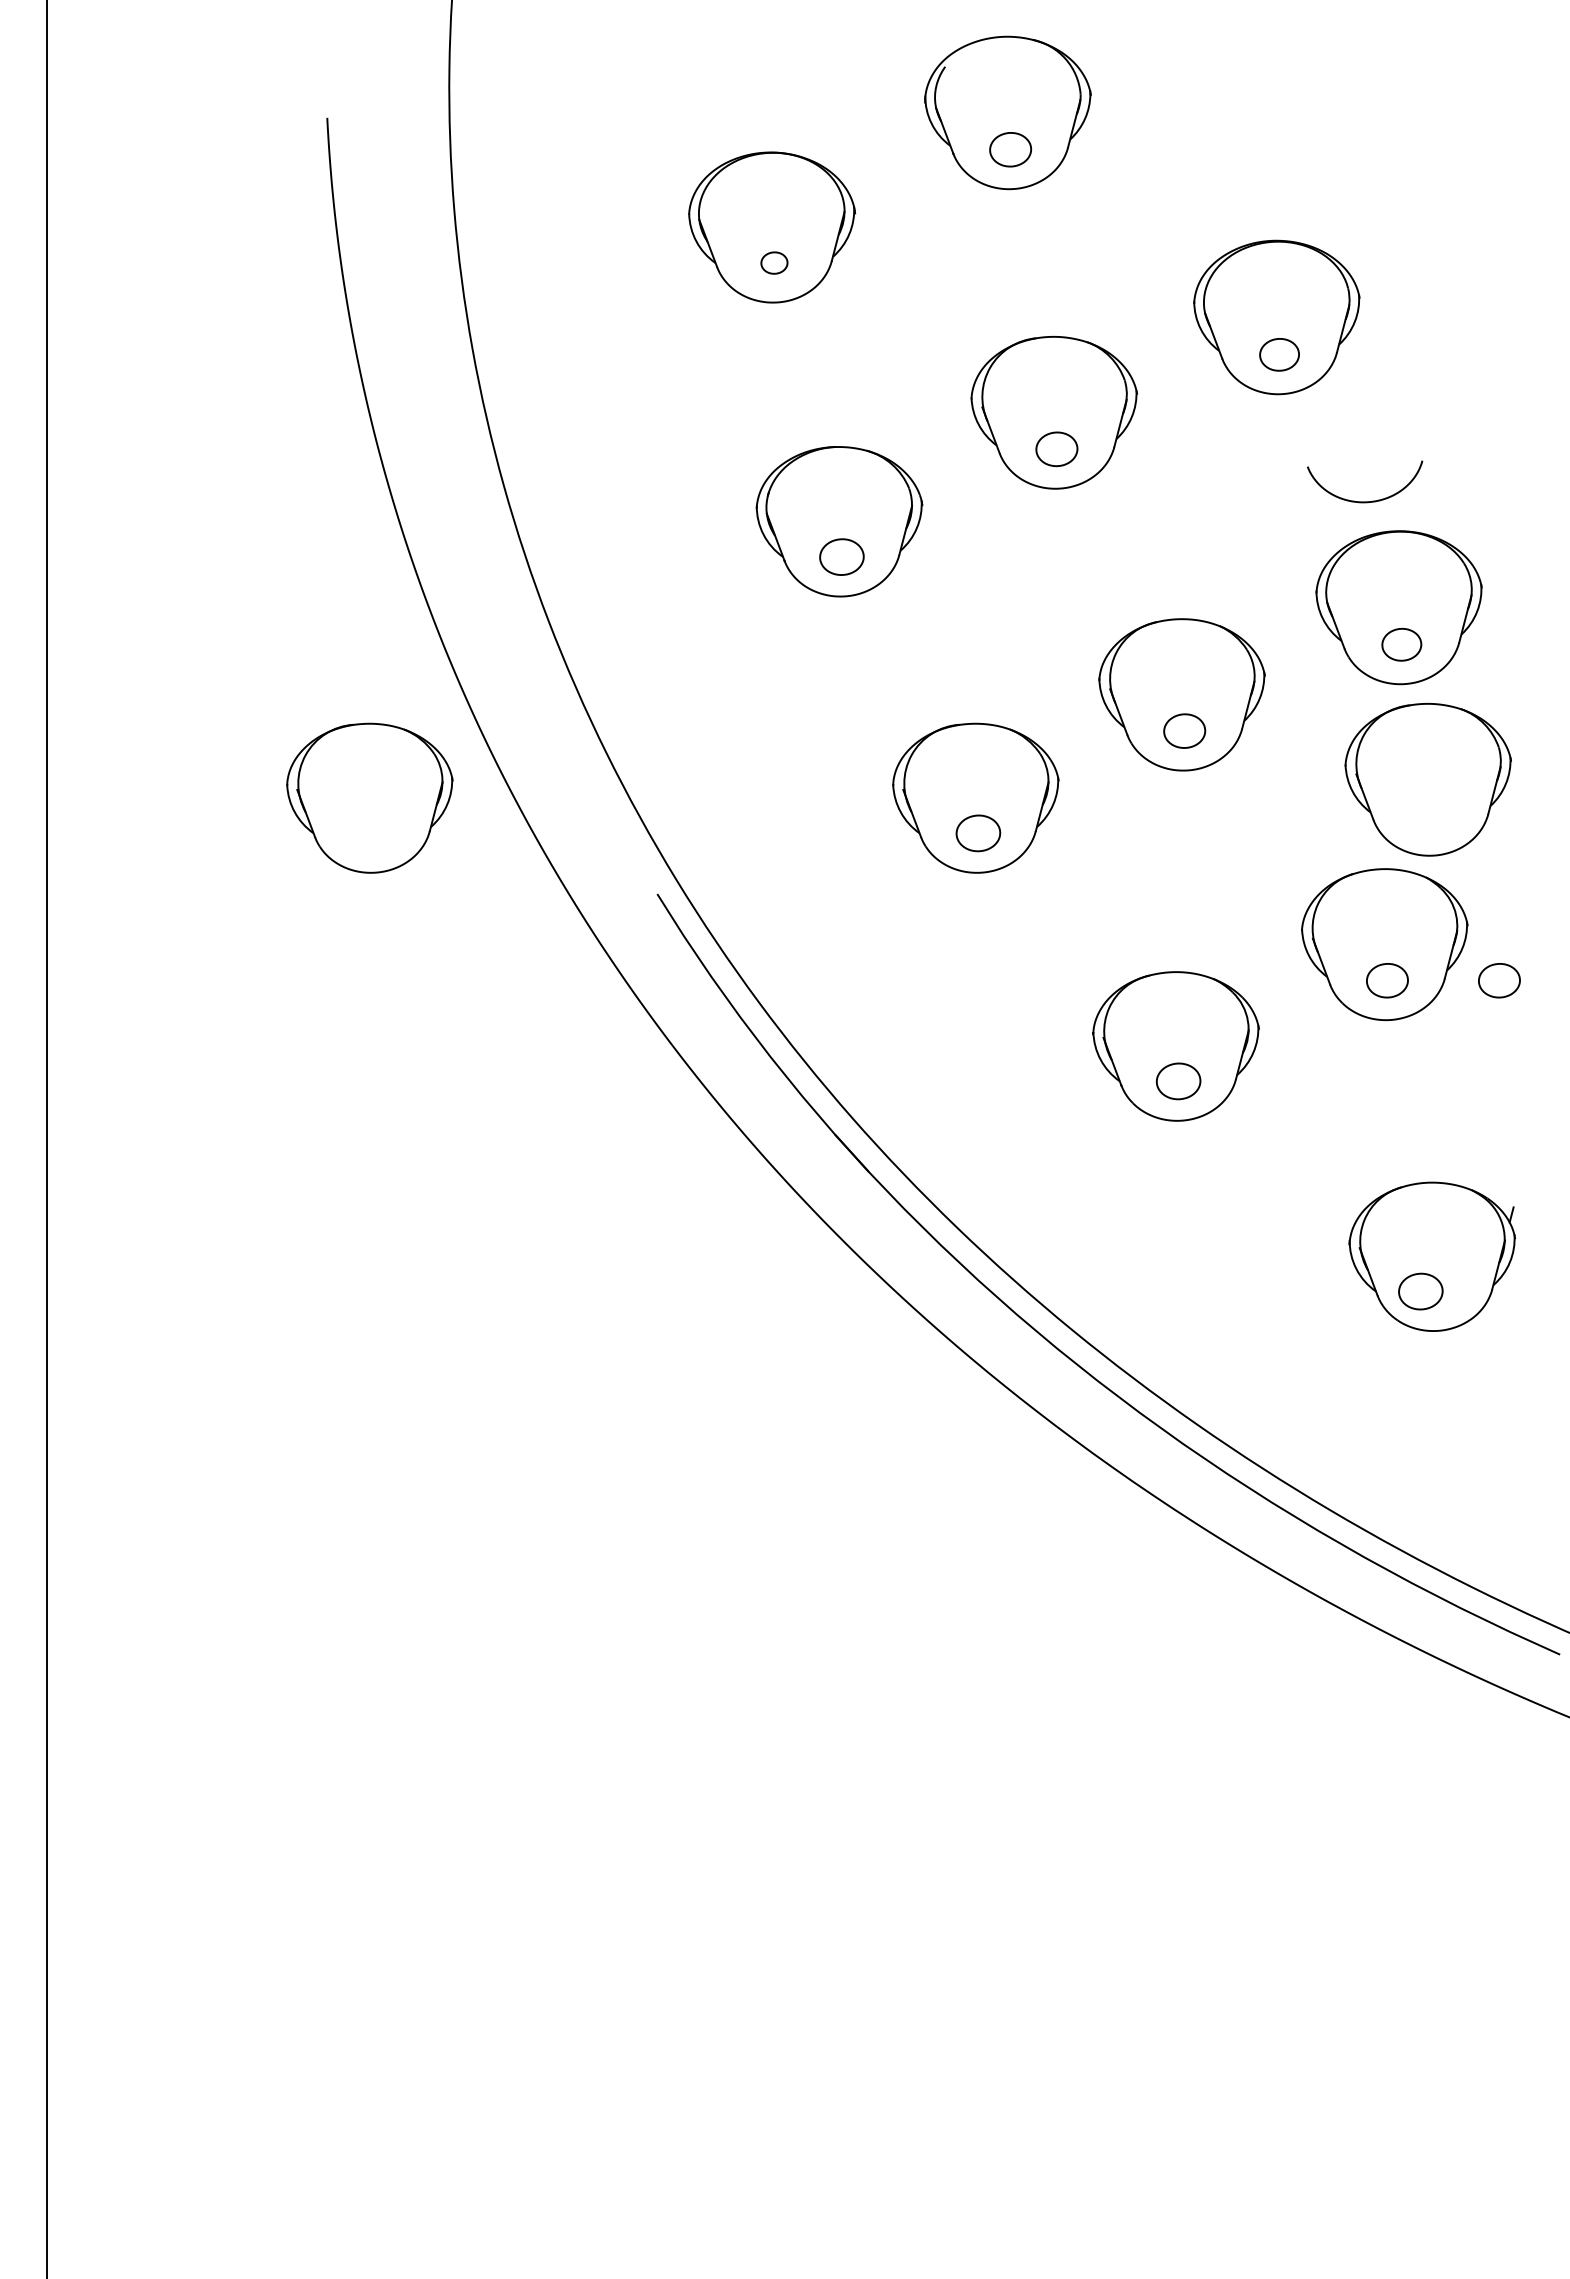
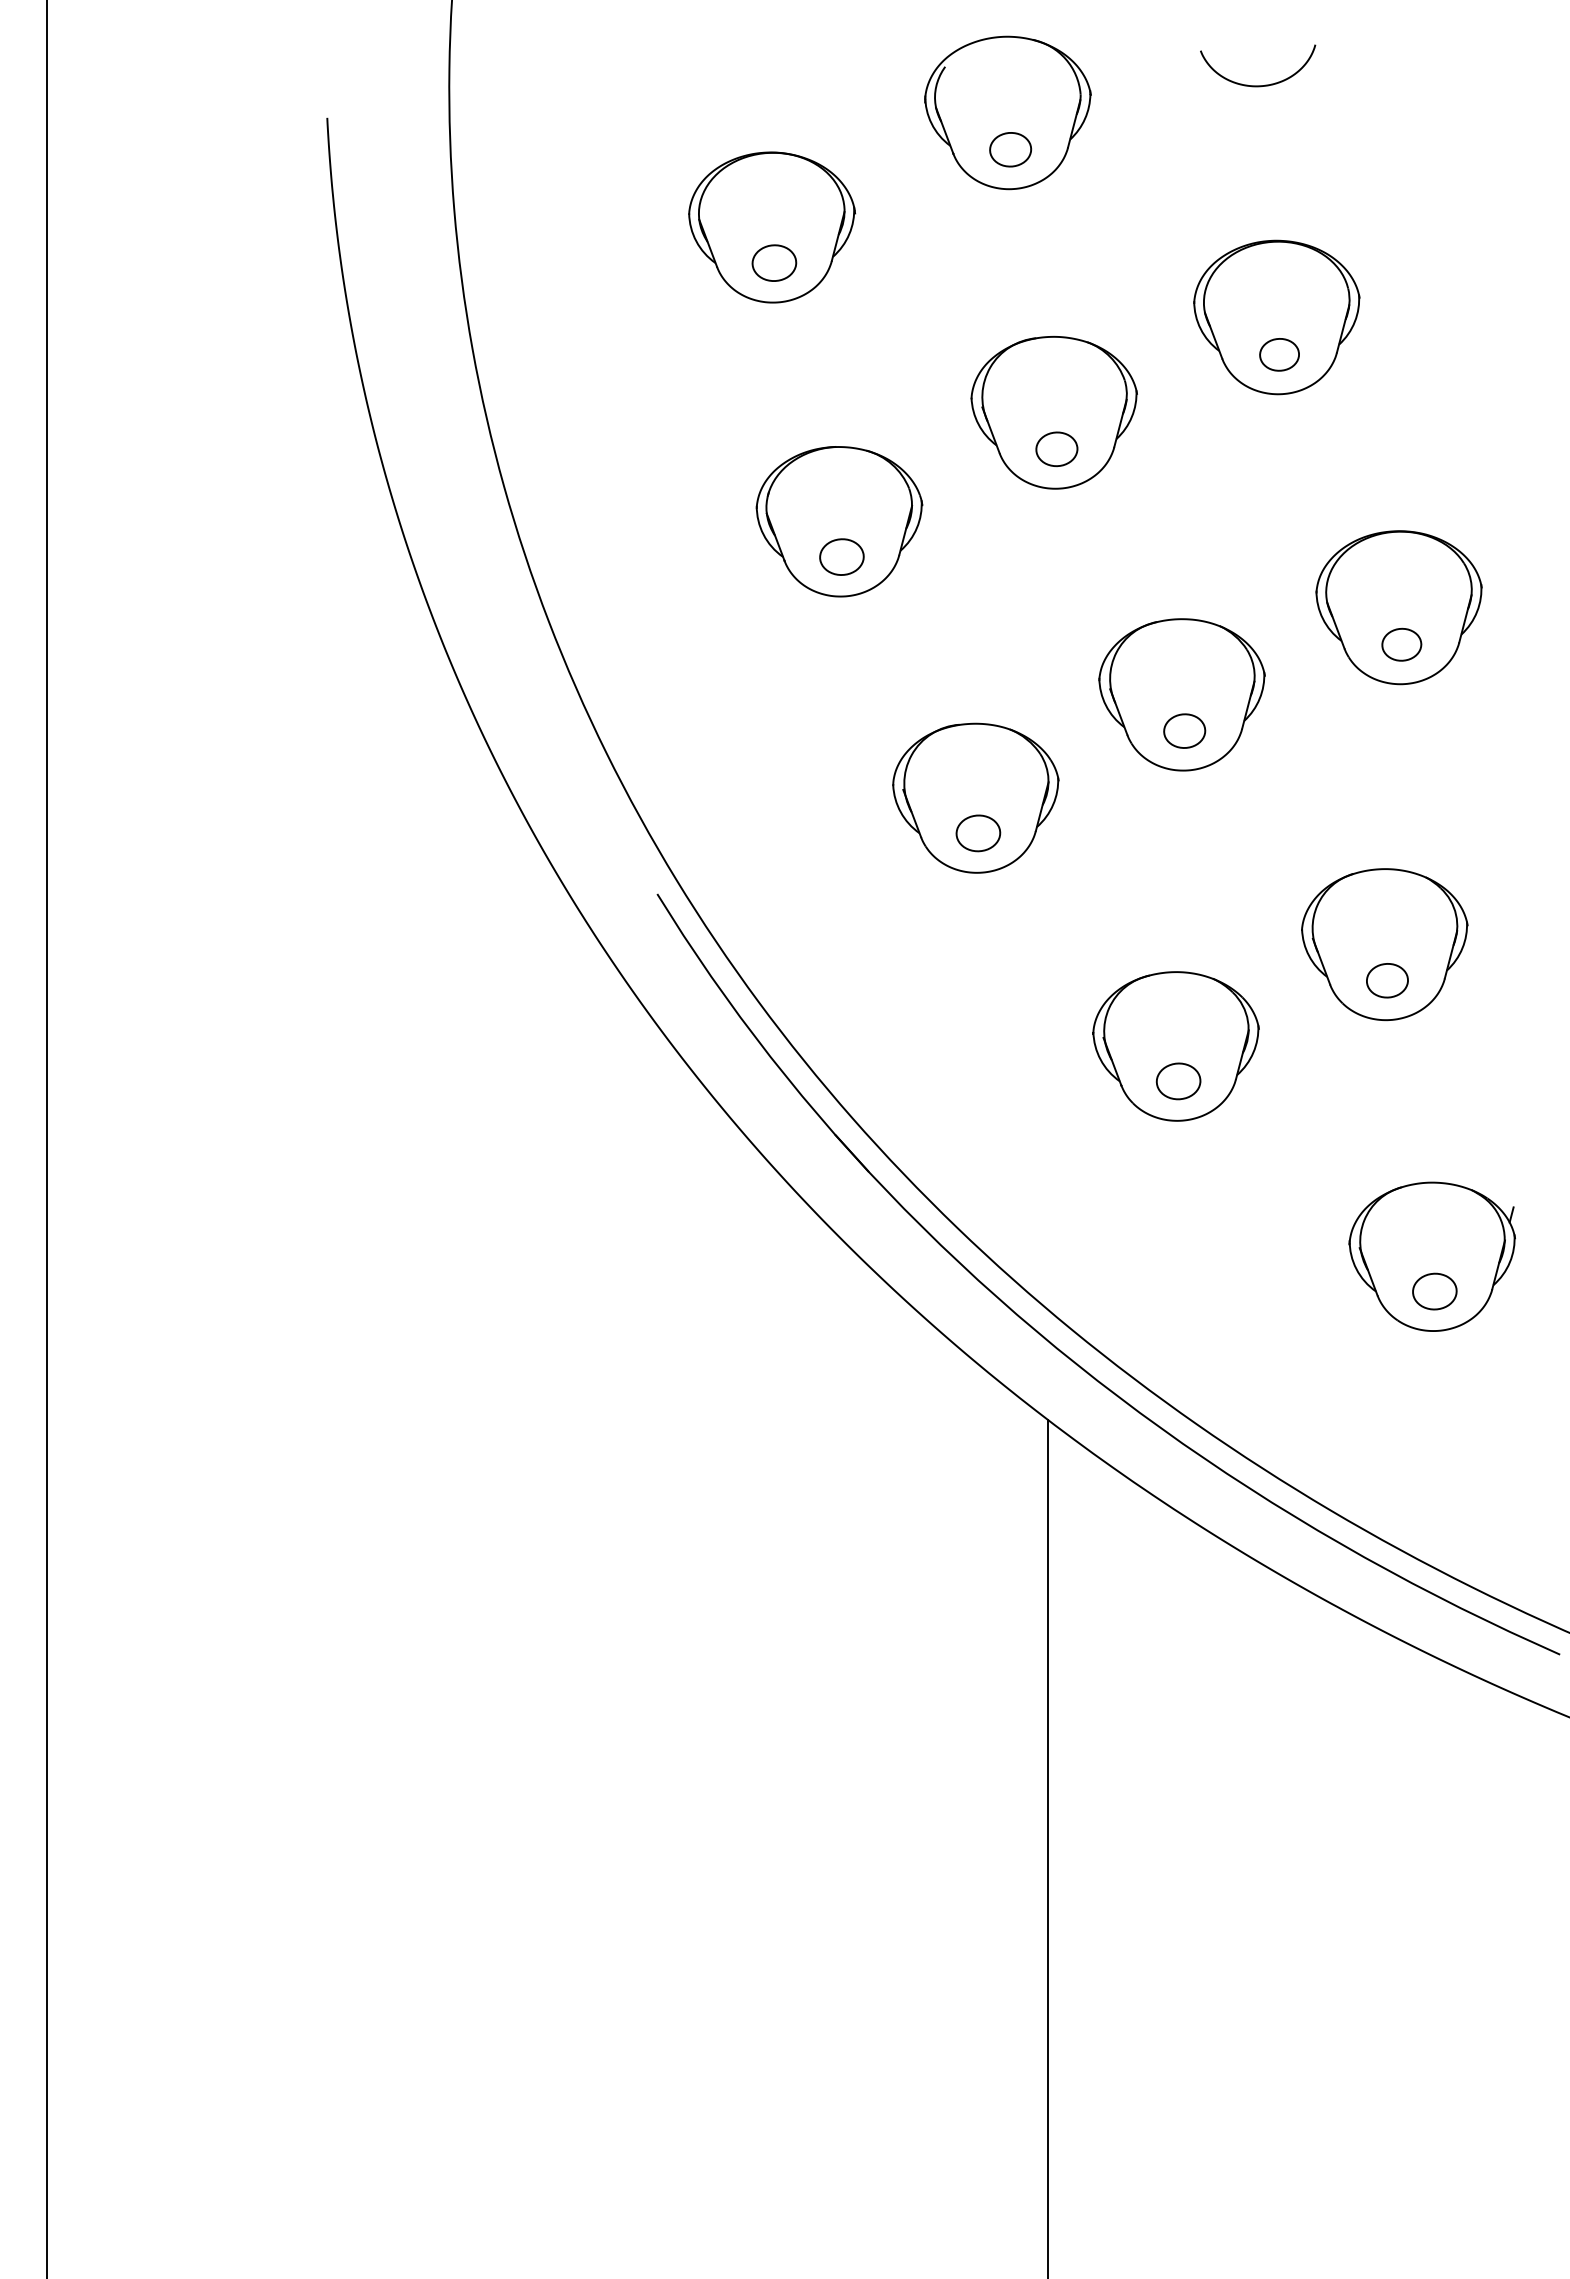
part at (774, 262) size: 29x24 px -> 47x38 px
curve at (1365, 501) position: (1365, 501) -> (1258, 85)
part at (1427, 779): present -> none
part at (369, 797): present -> none
part at (1499, 980): present -> none
part at (1420, 1291) position: (1420, 1291) -> (1434, 1291)
line at (1047, 1847): none -> present
